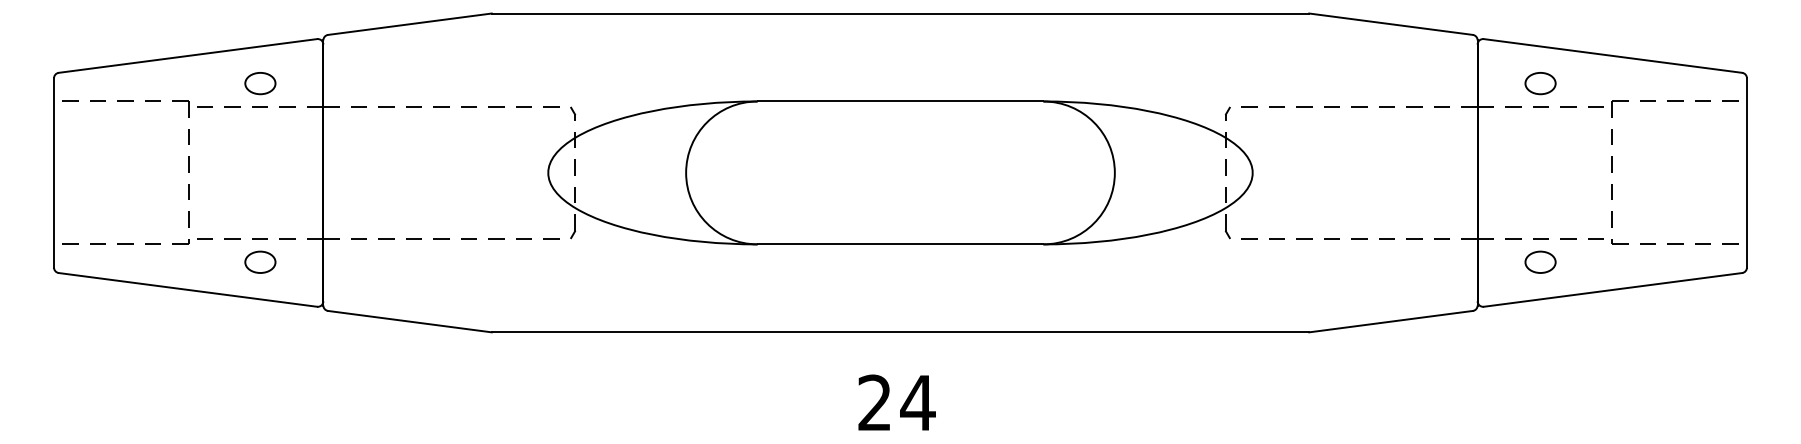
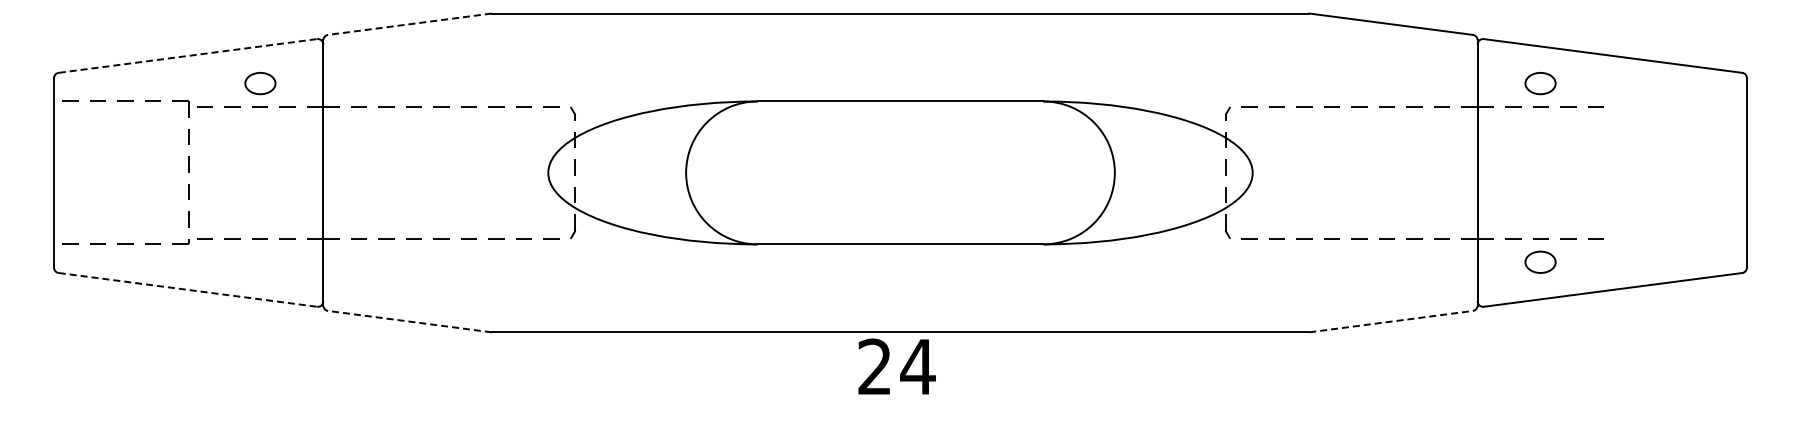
line at (409, 24): solid -> dashed
line at (188, 55): solid -> dashed
part at (1612, 172): present -> none
part at (260, 261): present -> none
line at (188, 289): solid -> dashed
line at (409, 321): solid -> dashed
line at (1391, 321): solid -> dashed
text at (896, 402) position: (896, 402) -> (896, 366)
